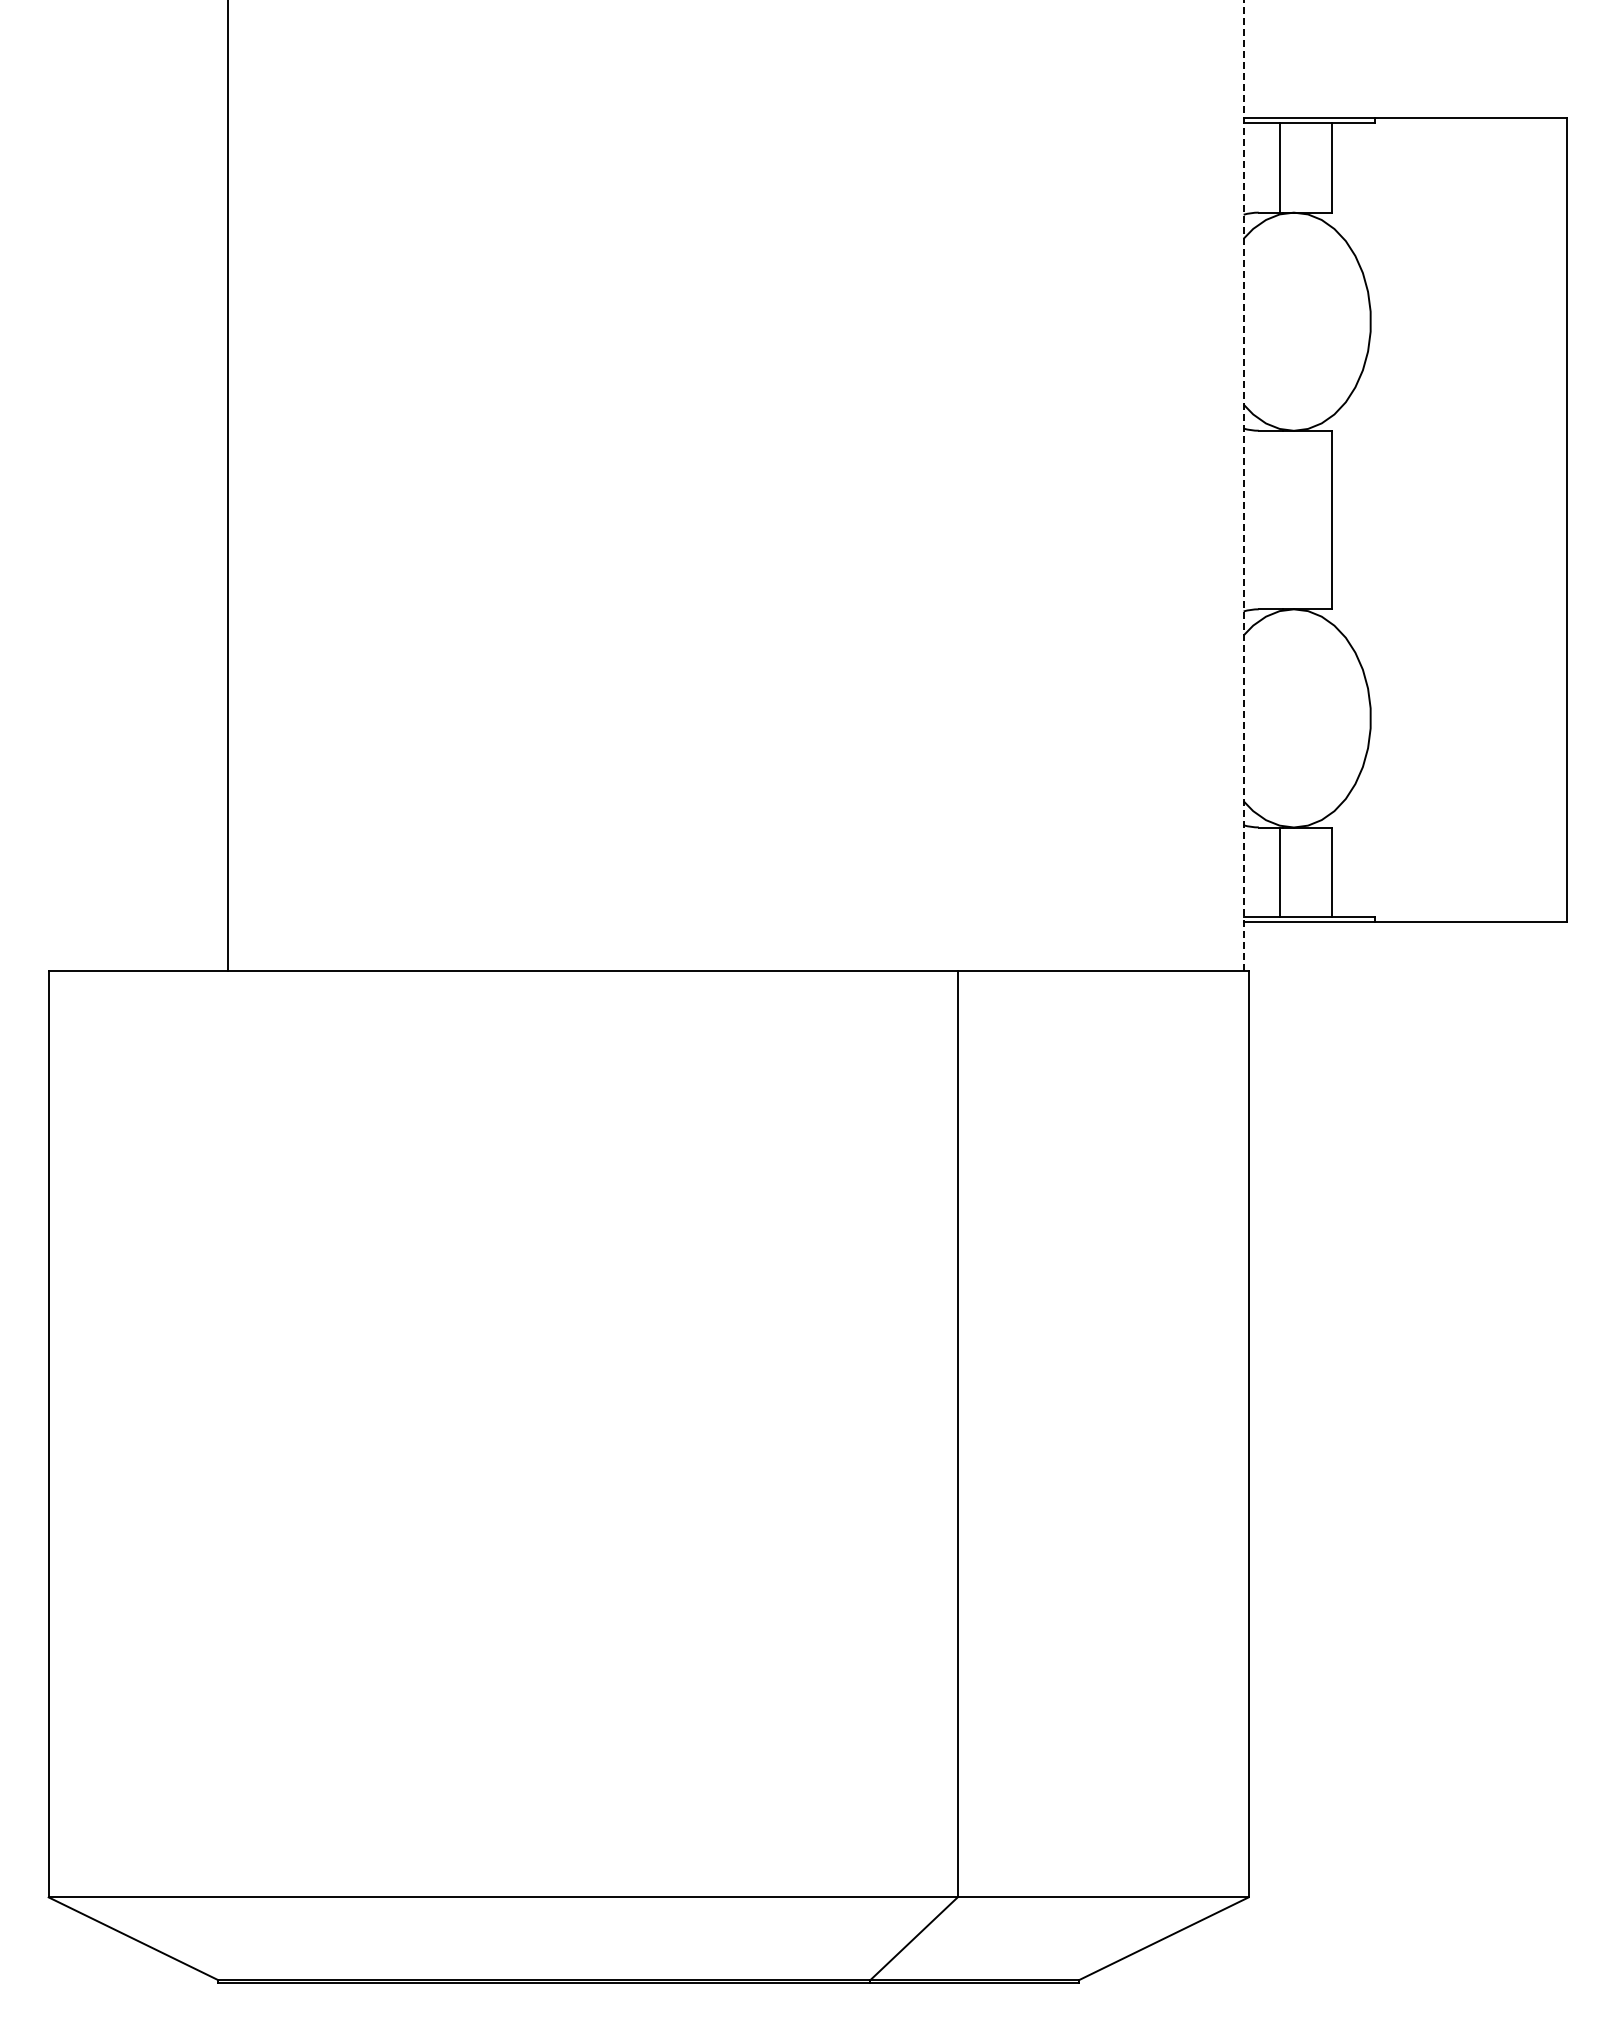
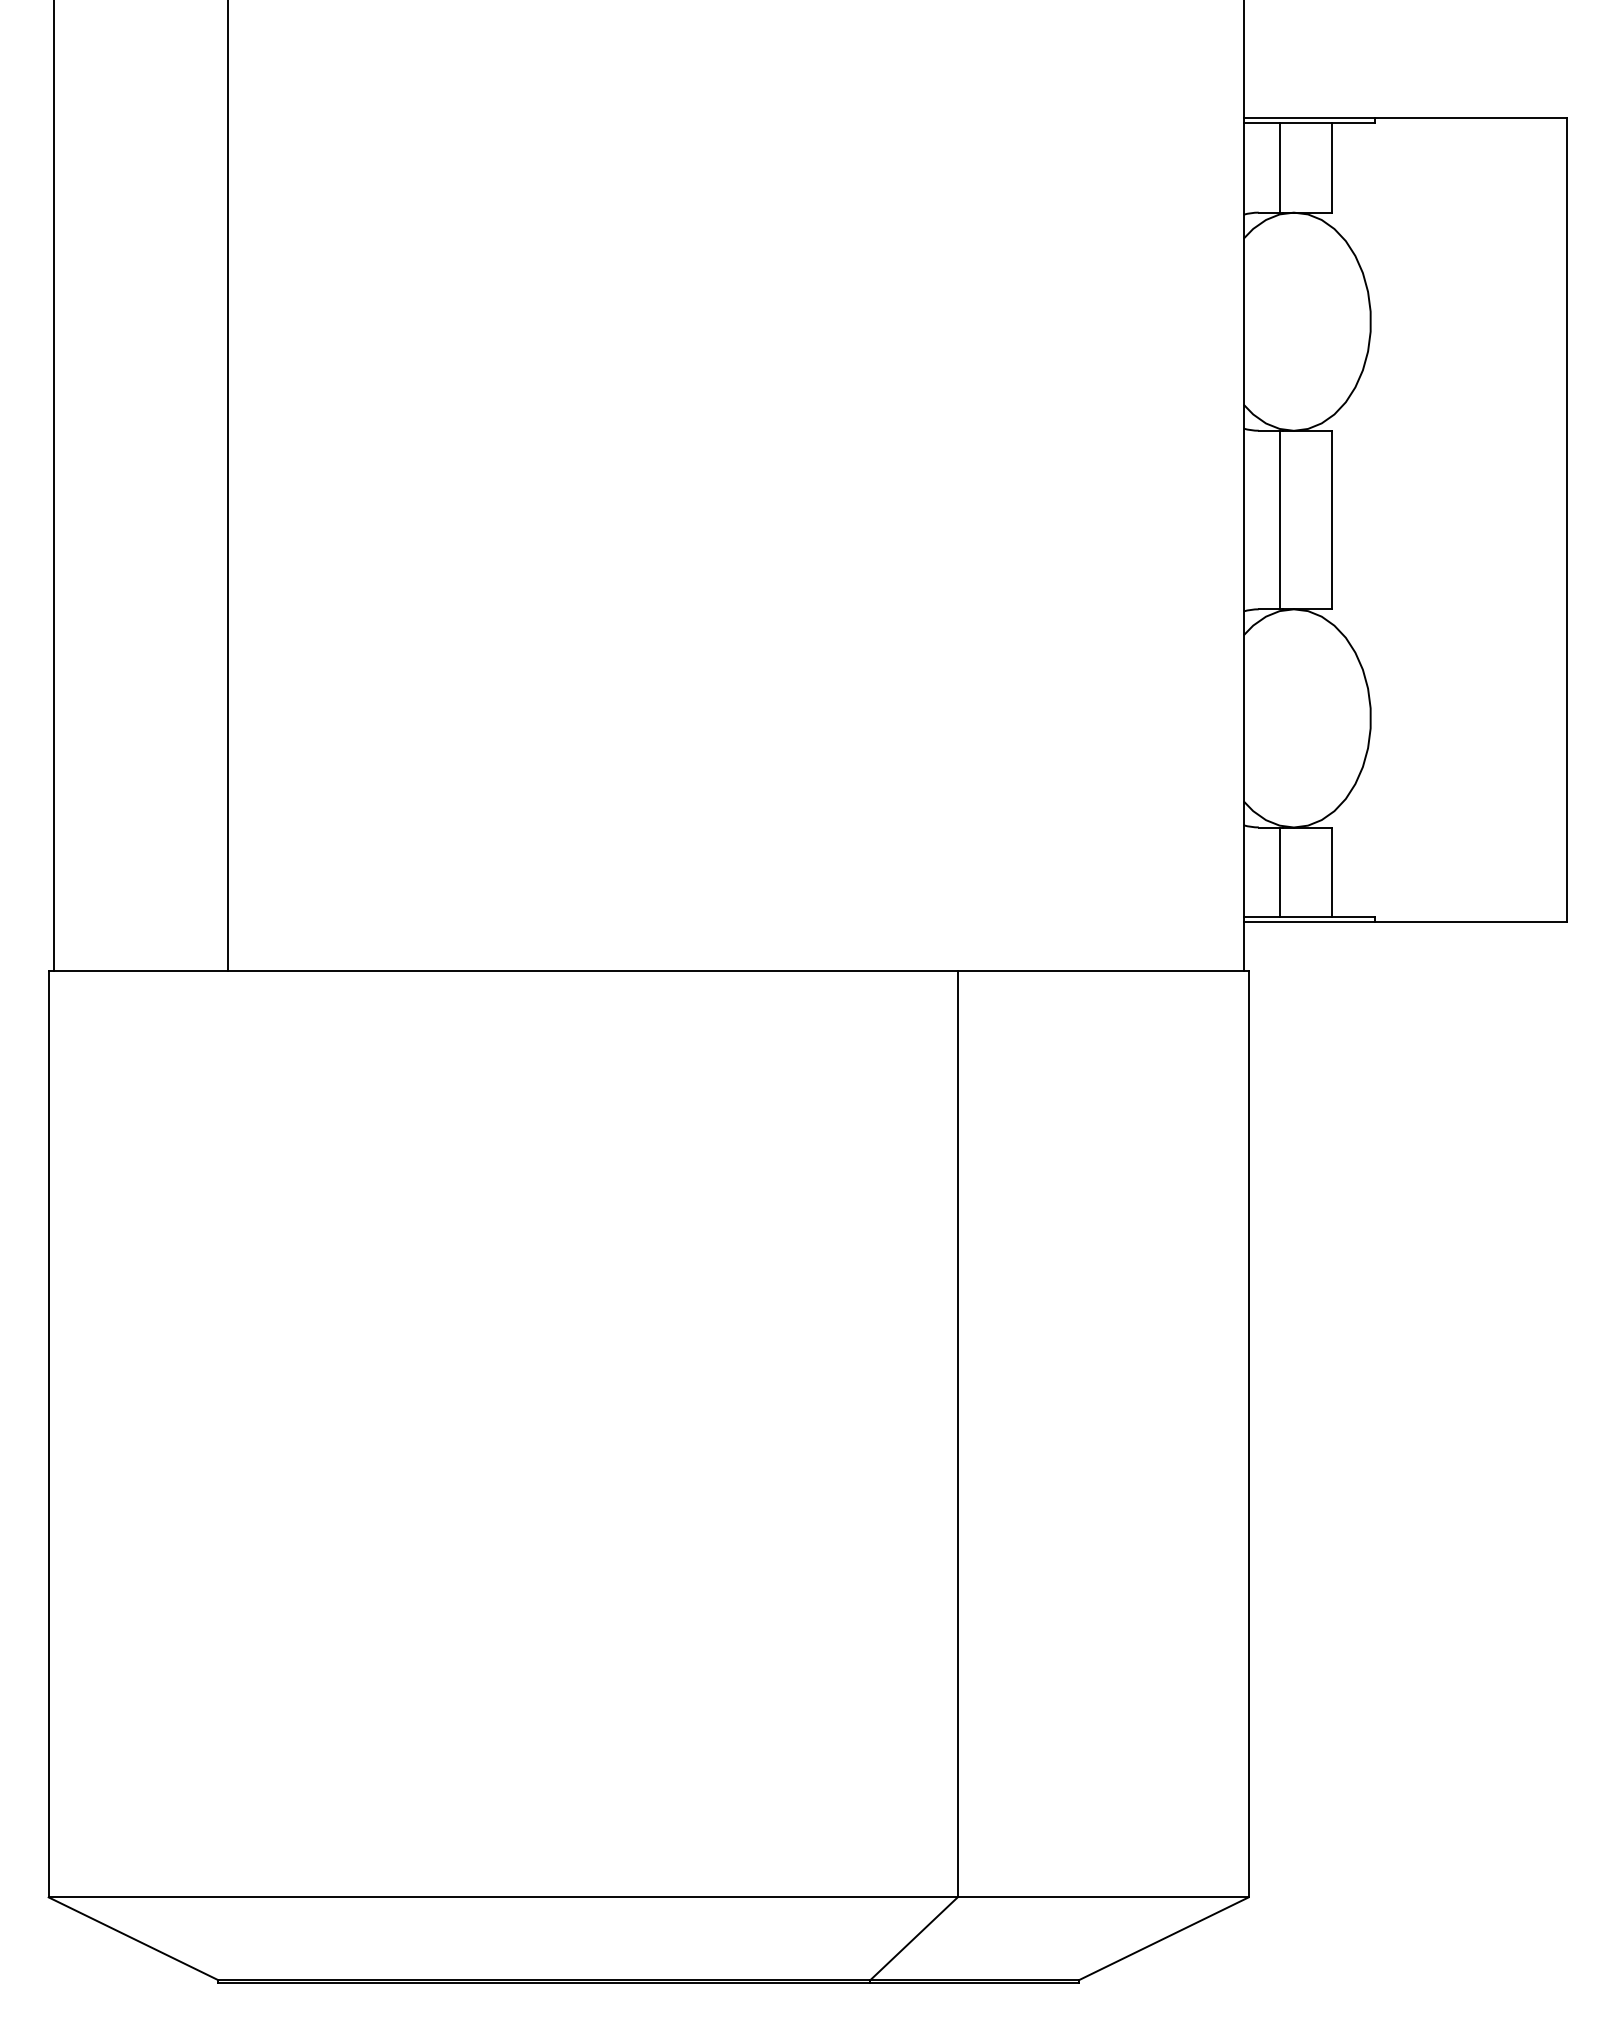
line at (1243, 485): dashed -> solid
line at (53, 486): none -> present
line at (1279, 519): none -> present
